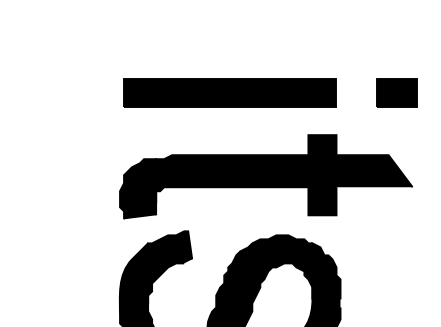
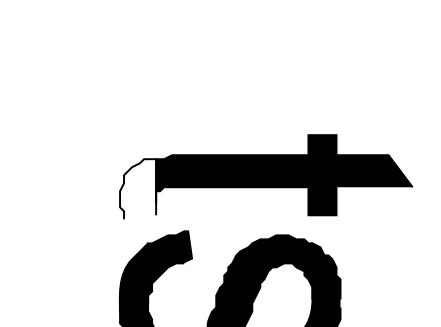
part at (229, 92): present -> none
part at (396, 92): present -> none
fill at (138, 189): present -> none
